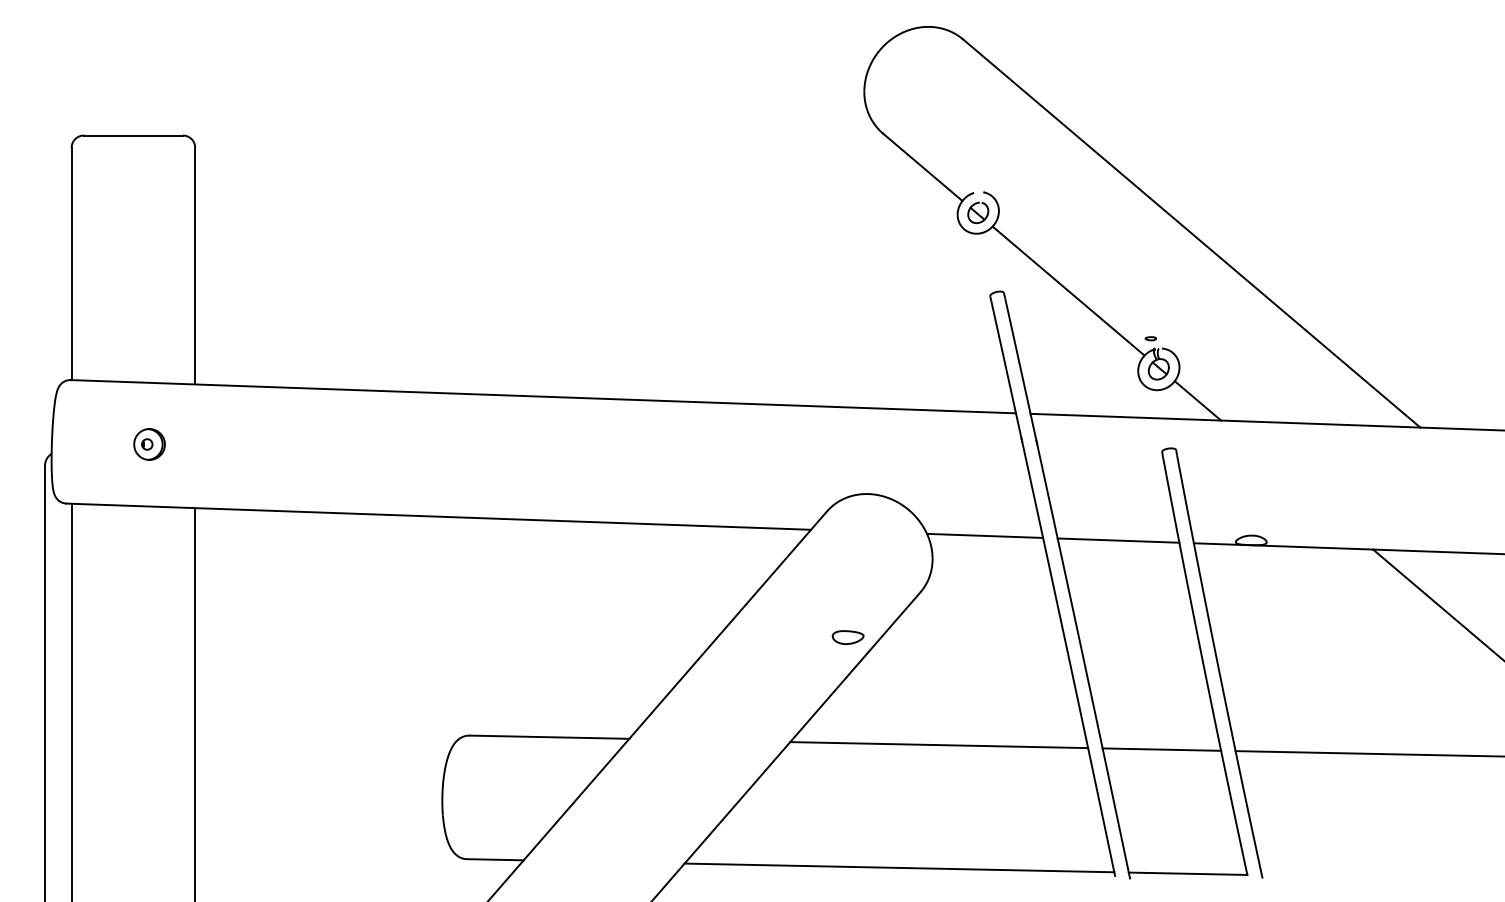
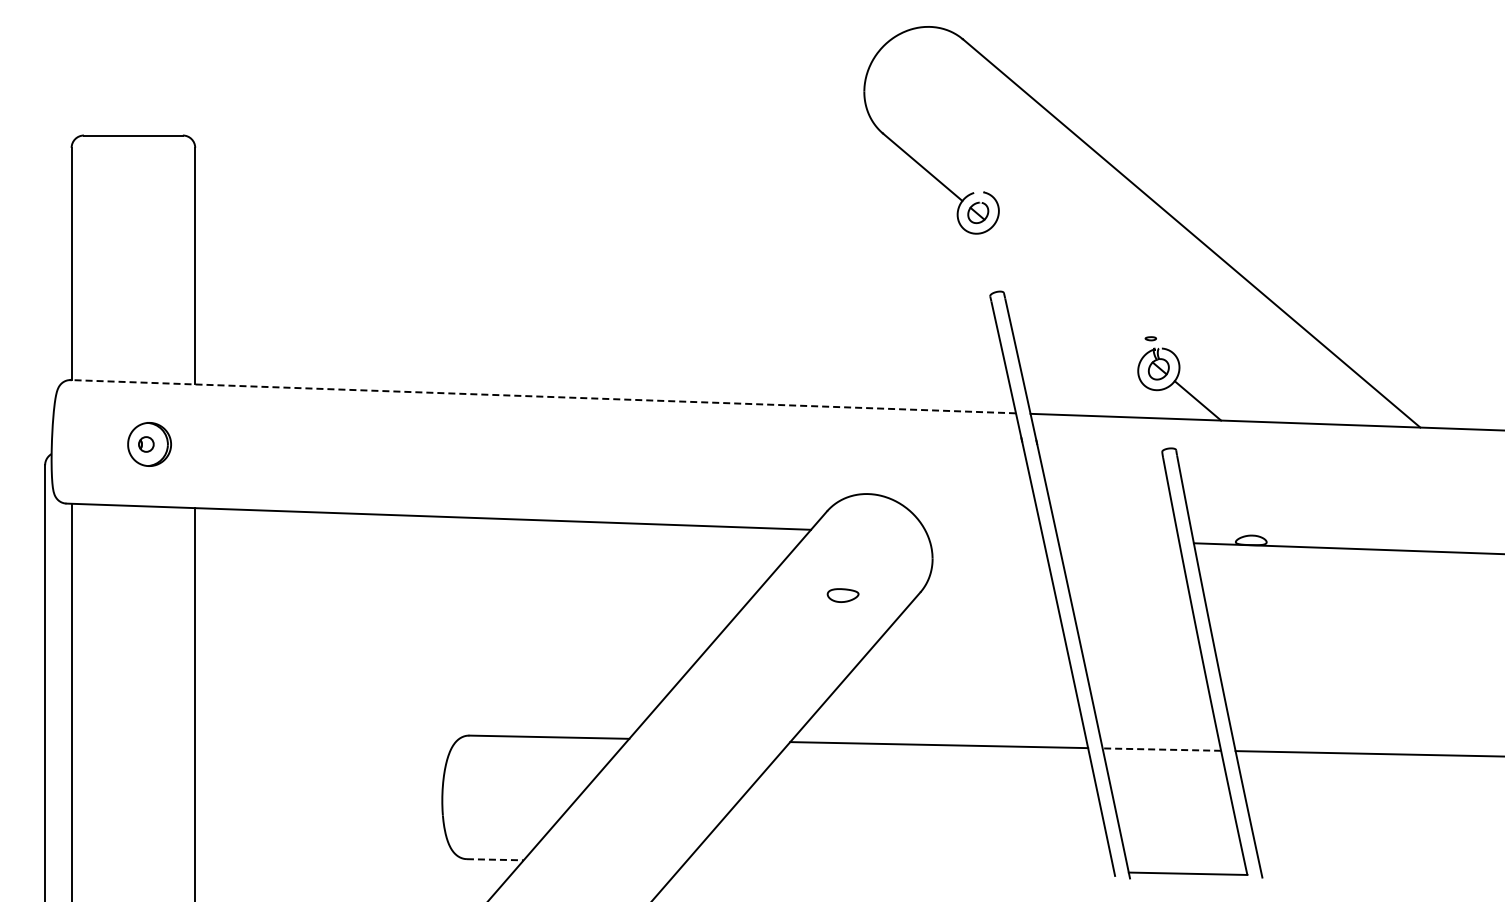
line at (1068, 290): present -> none
line at (543, 396): solid -> dashed
part at (149, 444) size: 33x33 px -> 45x45 px
line at (985, 535): present -> none
line at (1118, 540): present -> none
line at (1437, 603): present -> none
part at (847, 637) position: (847, 637) -> (842, 595)
line at (1161, 749): solid -> dashed
line at (495, 859): solid -> dashed
line at (899, 867): present -> none
